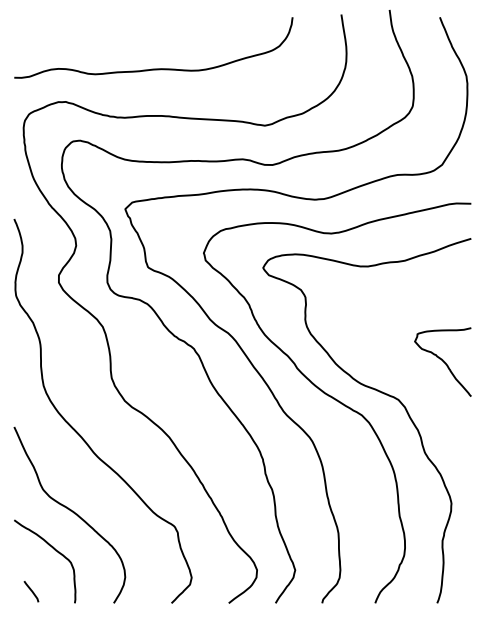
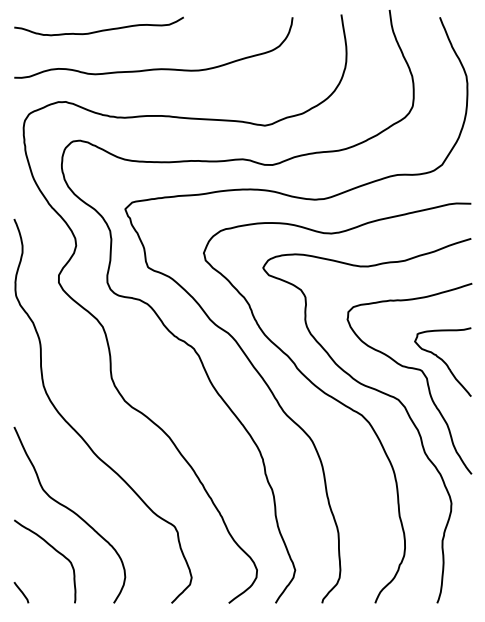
curve at (98, 30): none -> present
curve at (412, 369): none -> present
curve at (31, 591) position: (31, 591) -> (21, 592)
